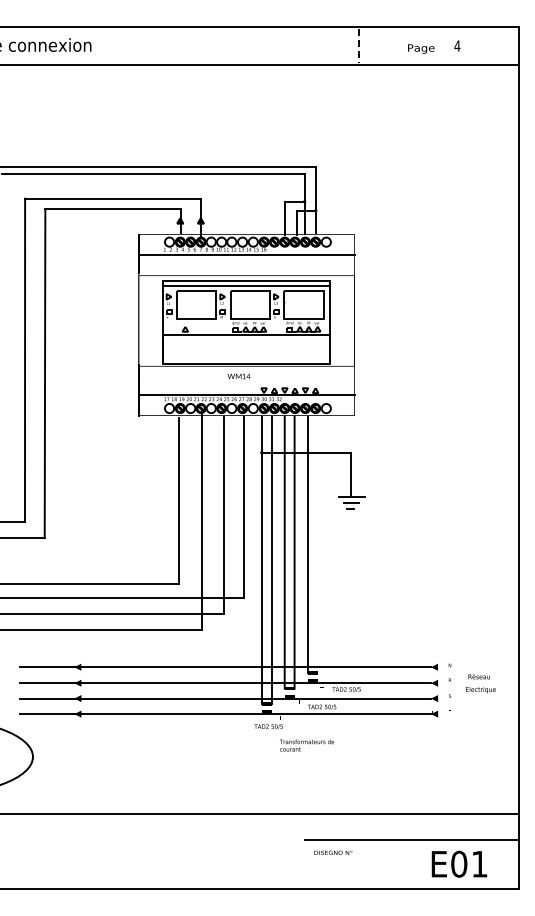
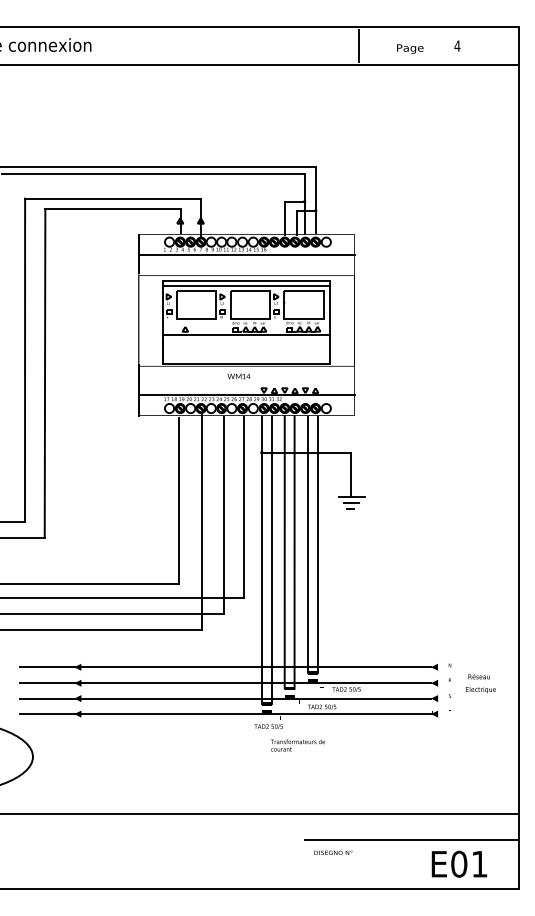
line at (358, 46): dashed -> solid
text at (421, 48) position: (421, 48) -> (410, 48)
line at (317, 544): none -> present
text at (306, 745) position: (306, 745) -> (297, 745)
